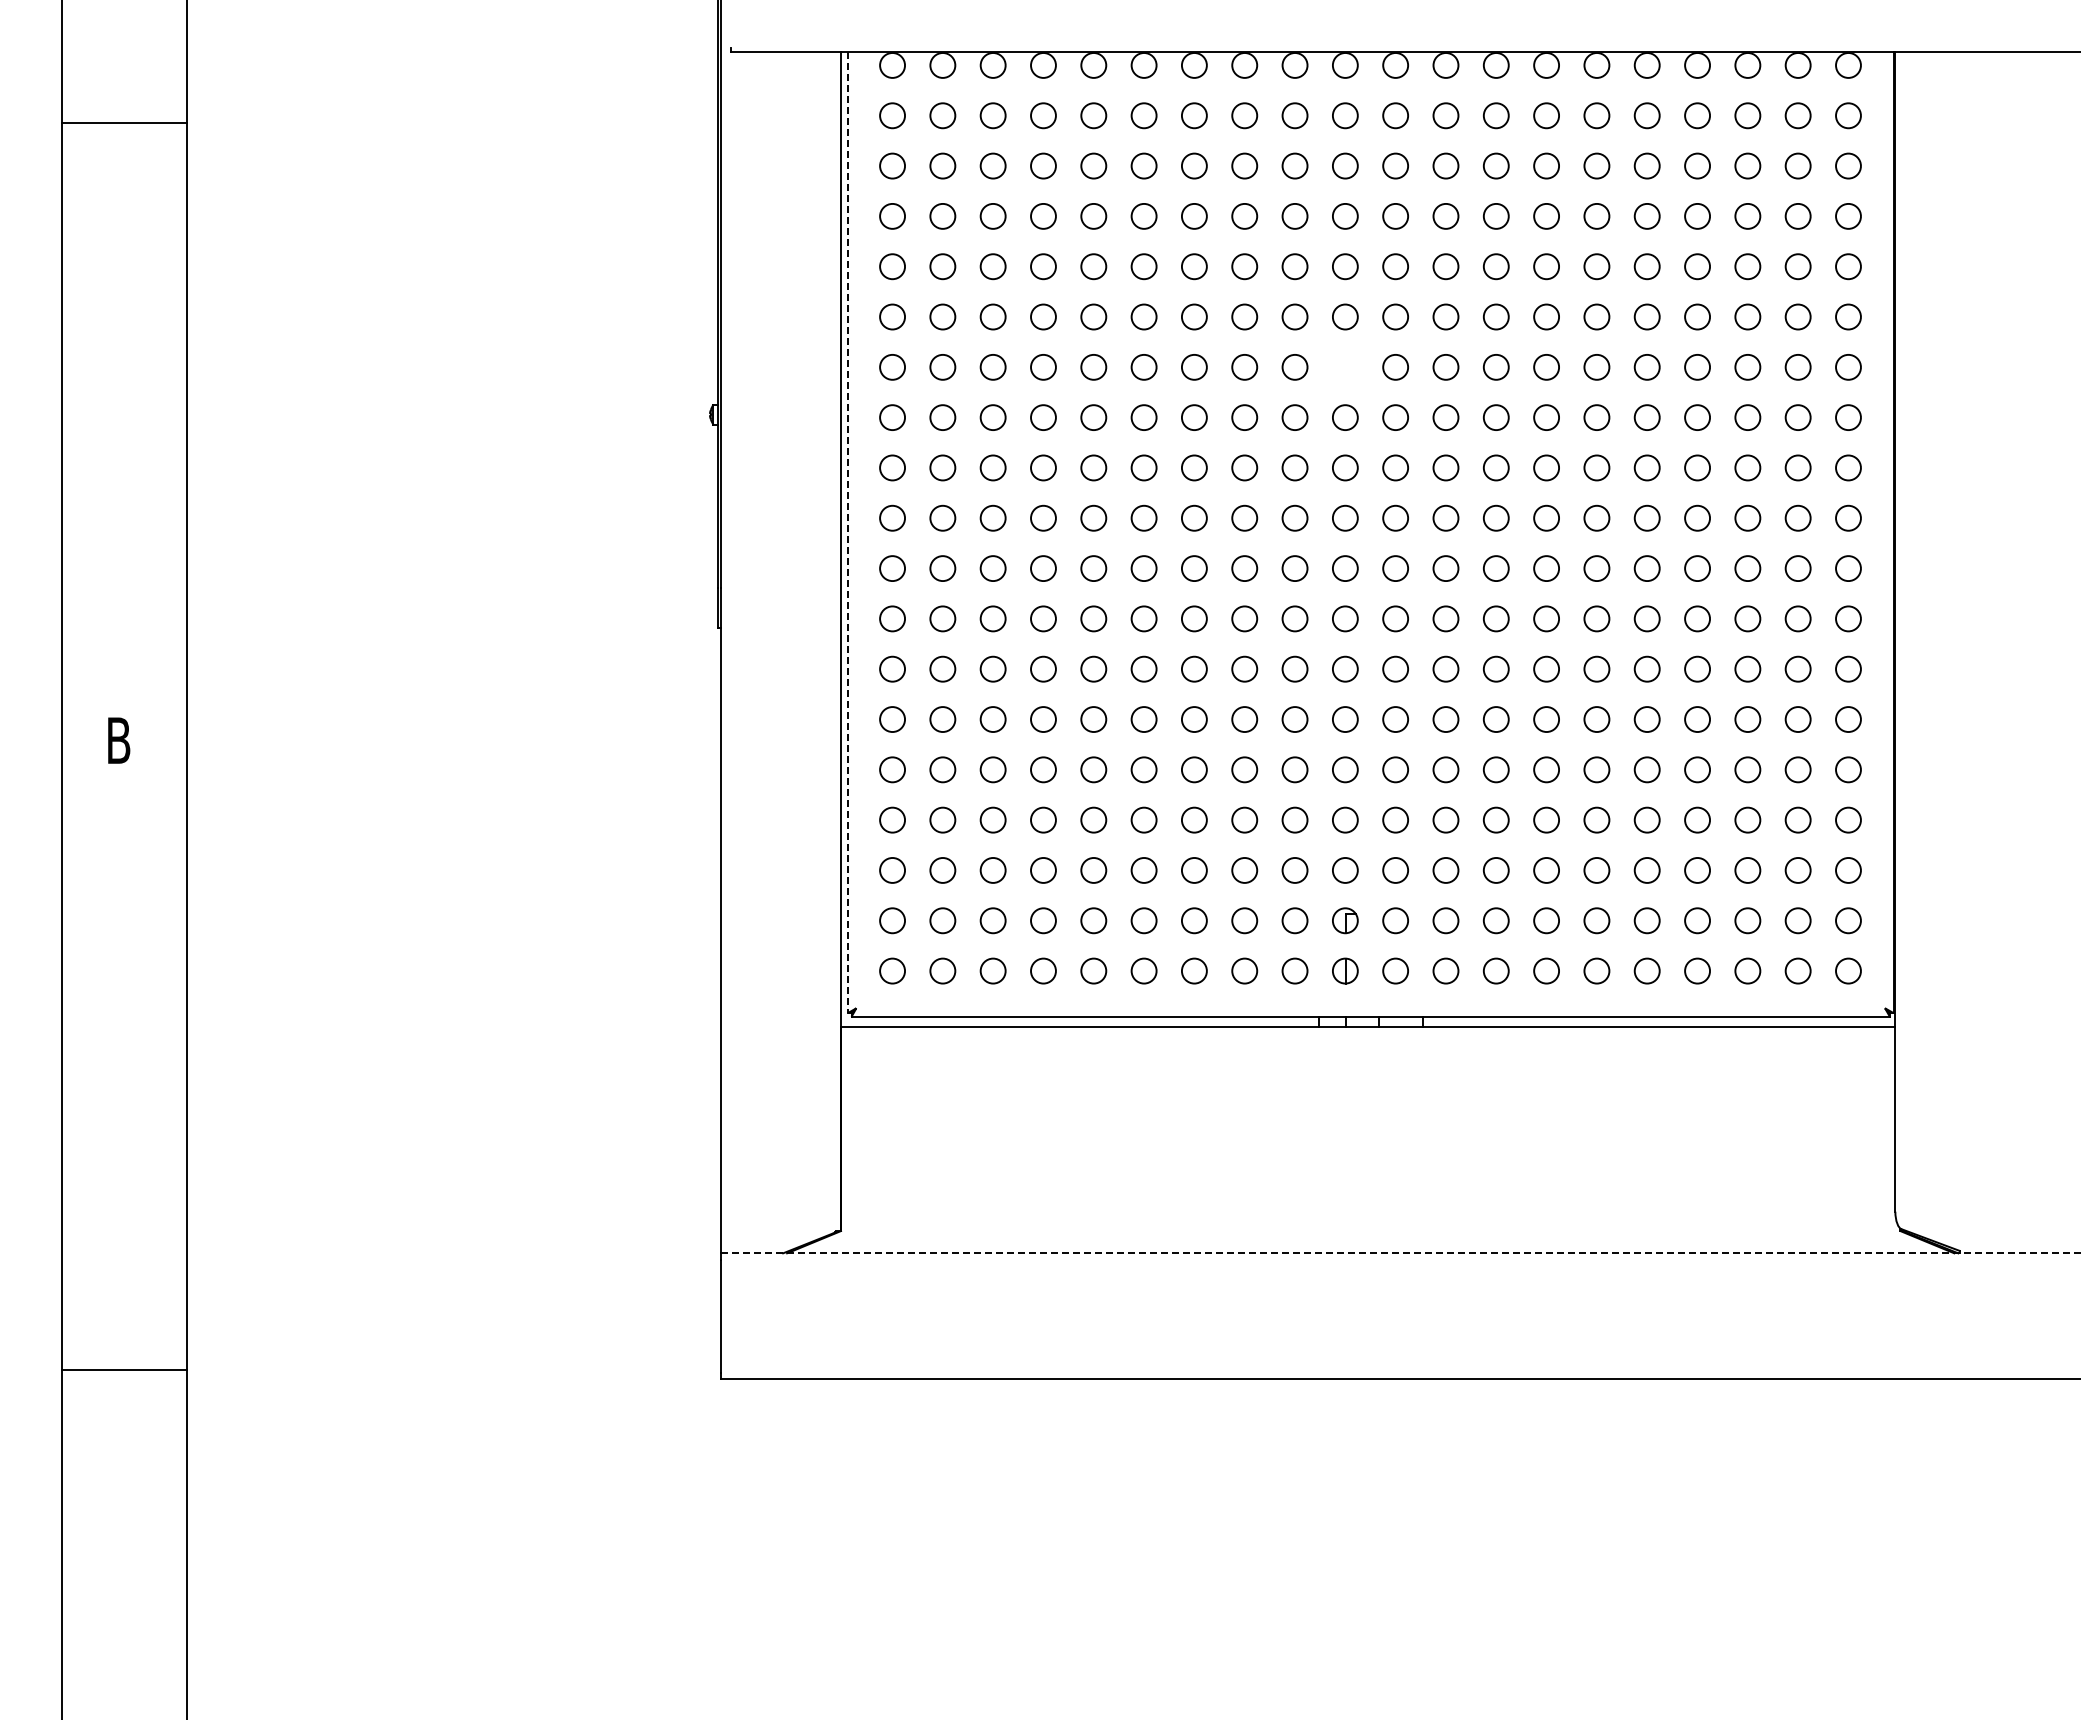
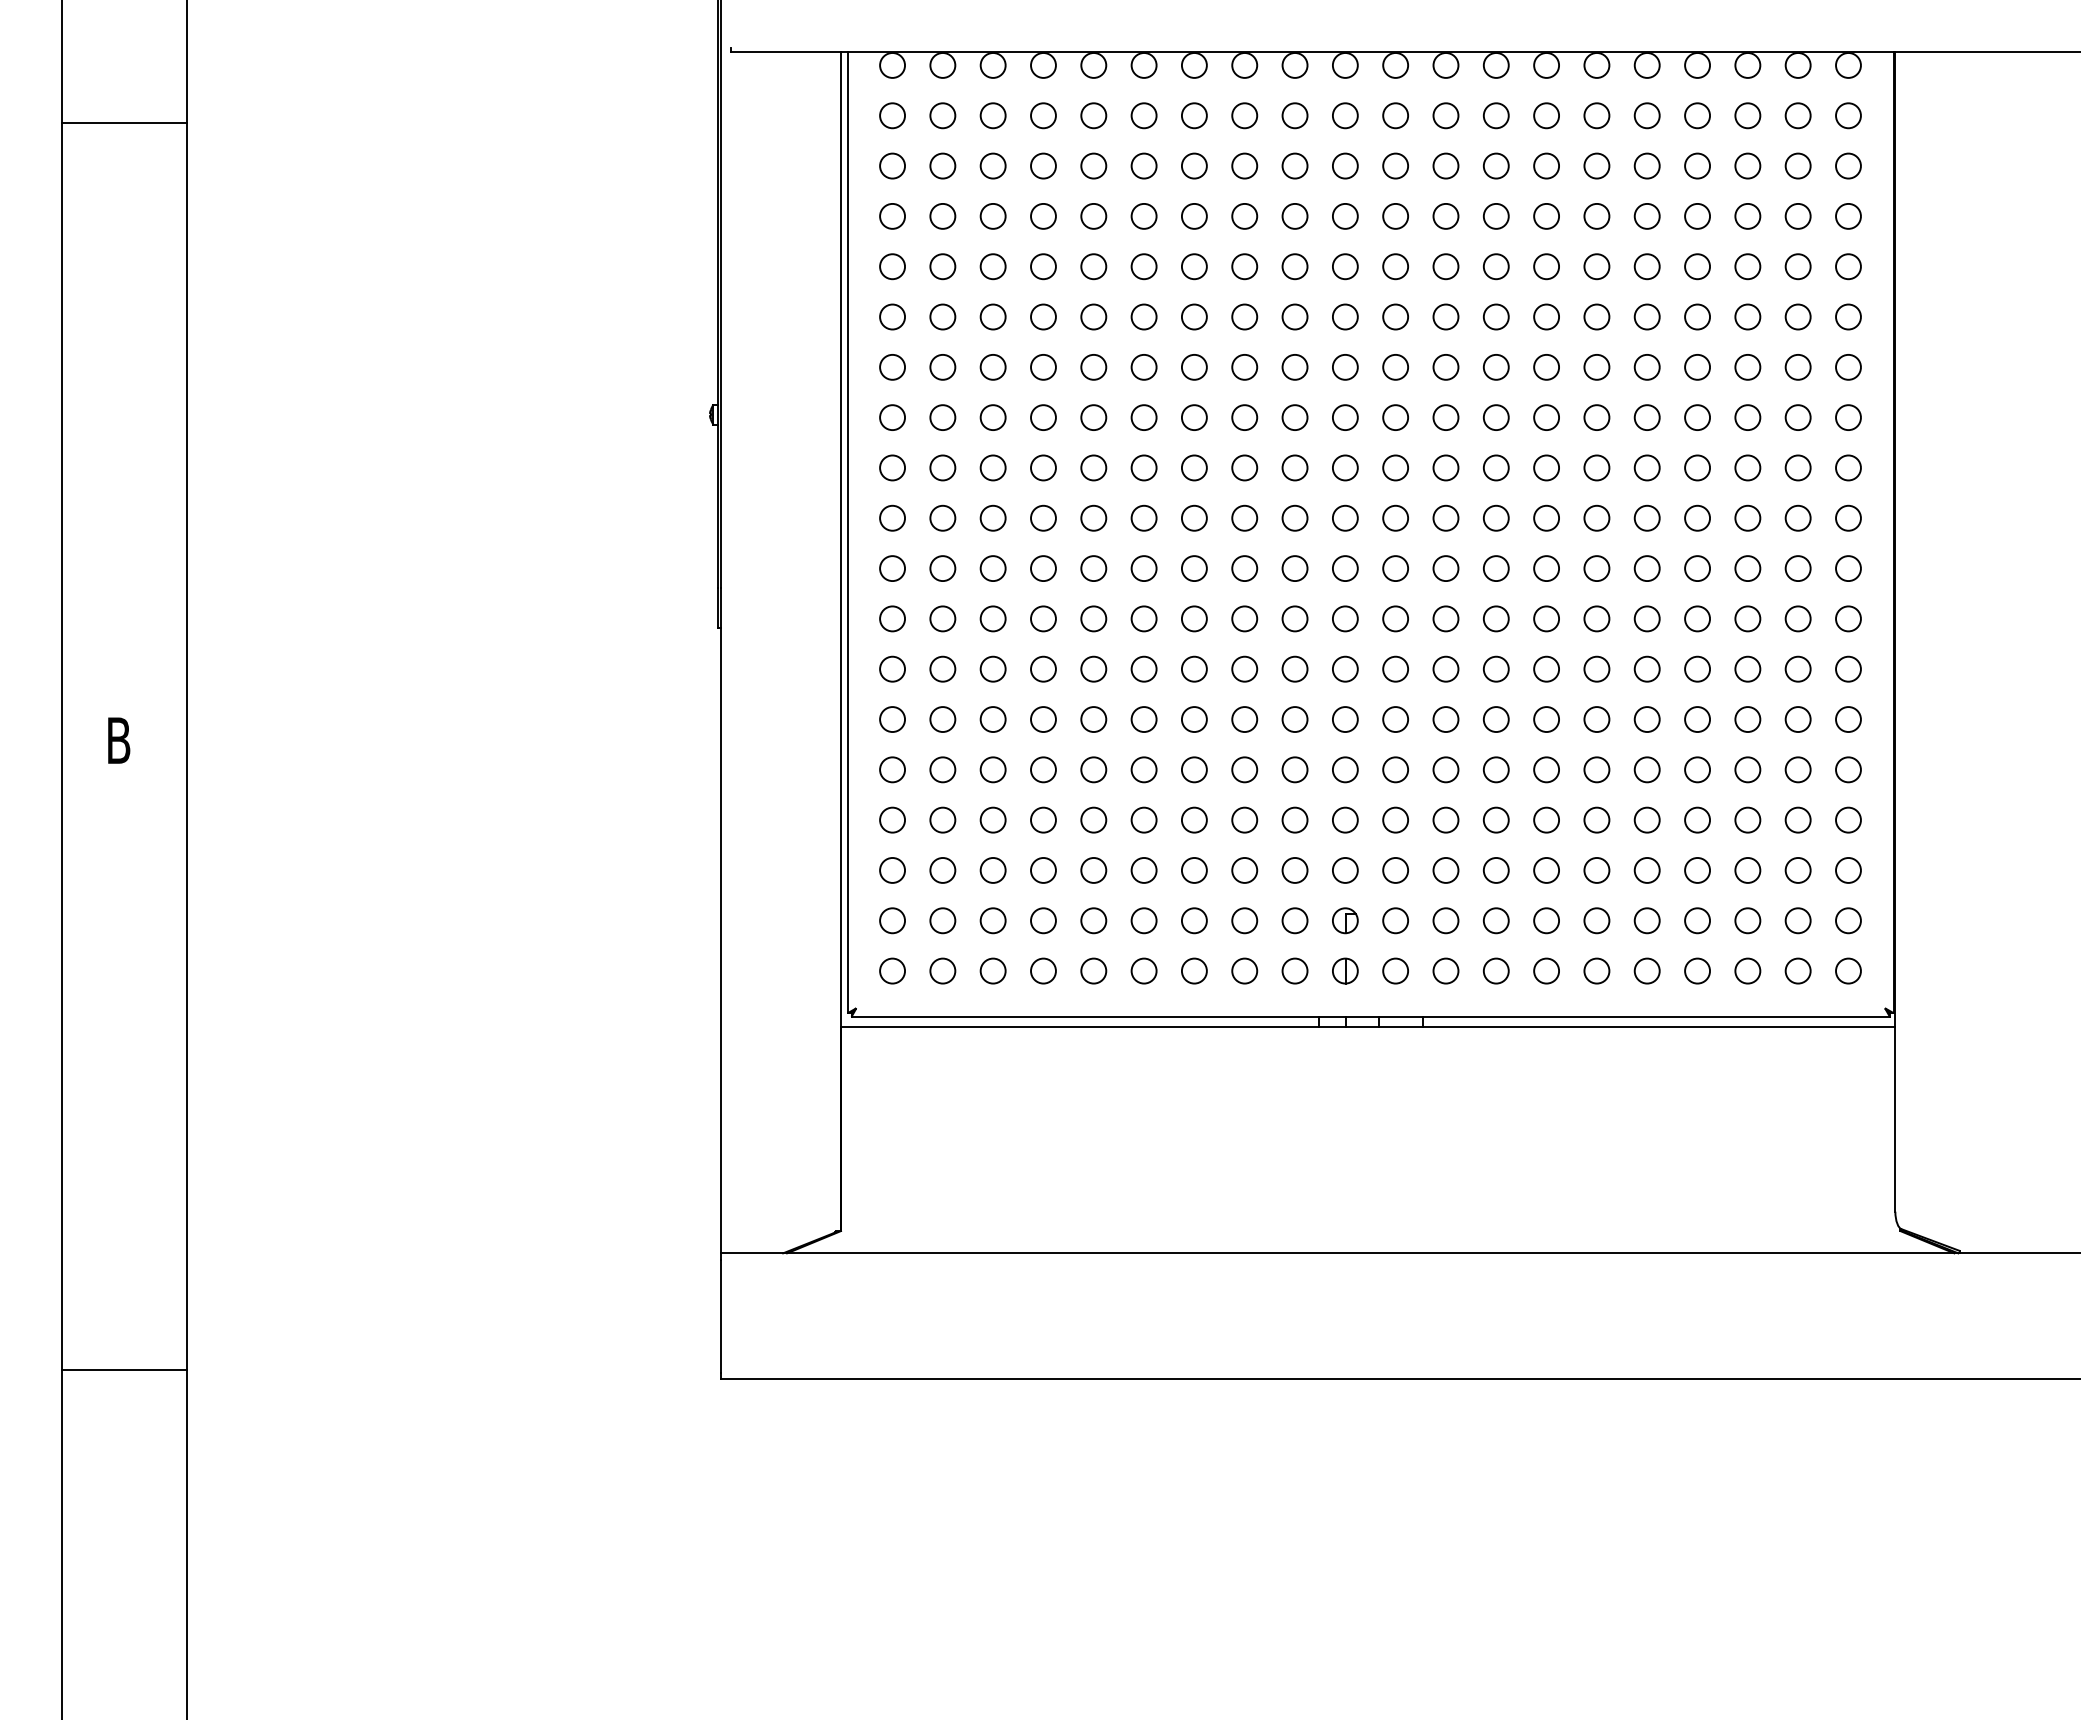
circle at (1345, 367): none -> present
line at (847, 533): dashed -> solid
line at (1400, 1253): dashed -> solid
